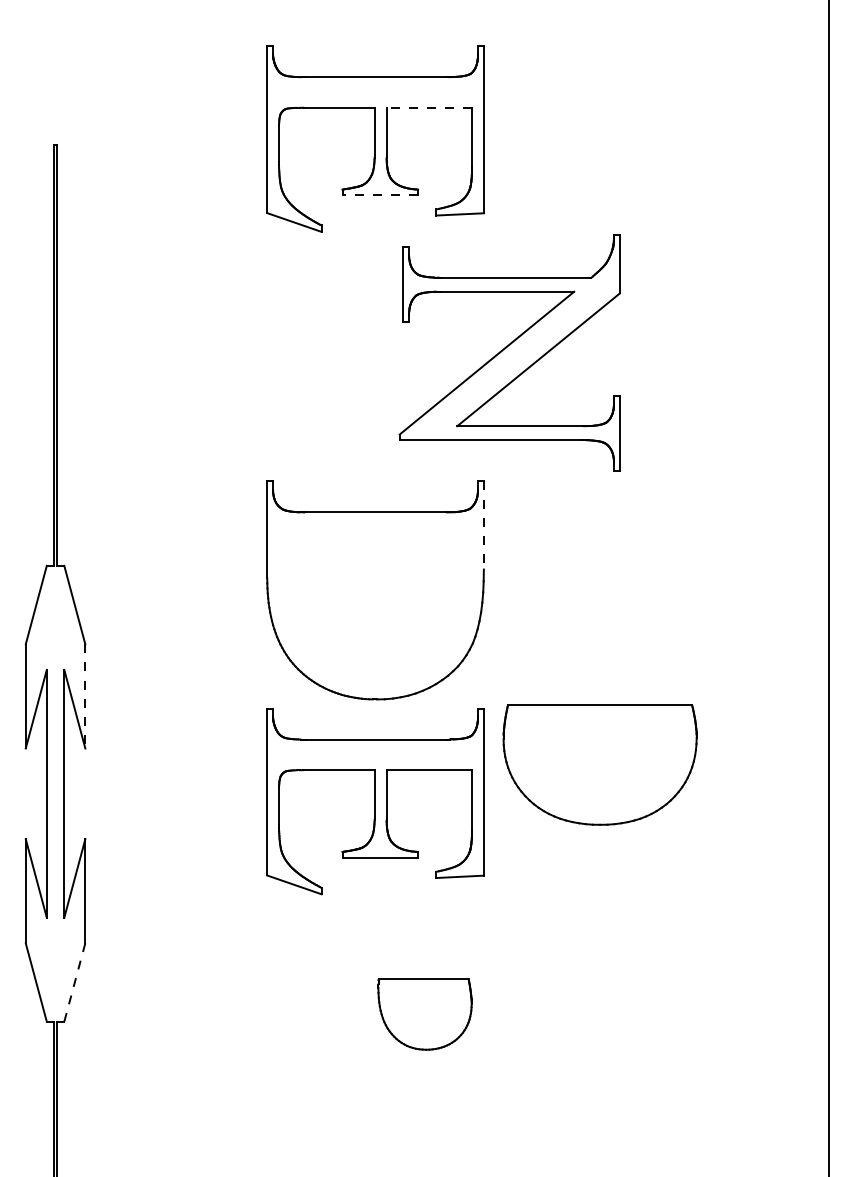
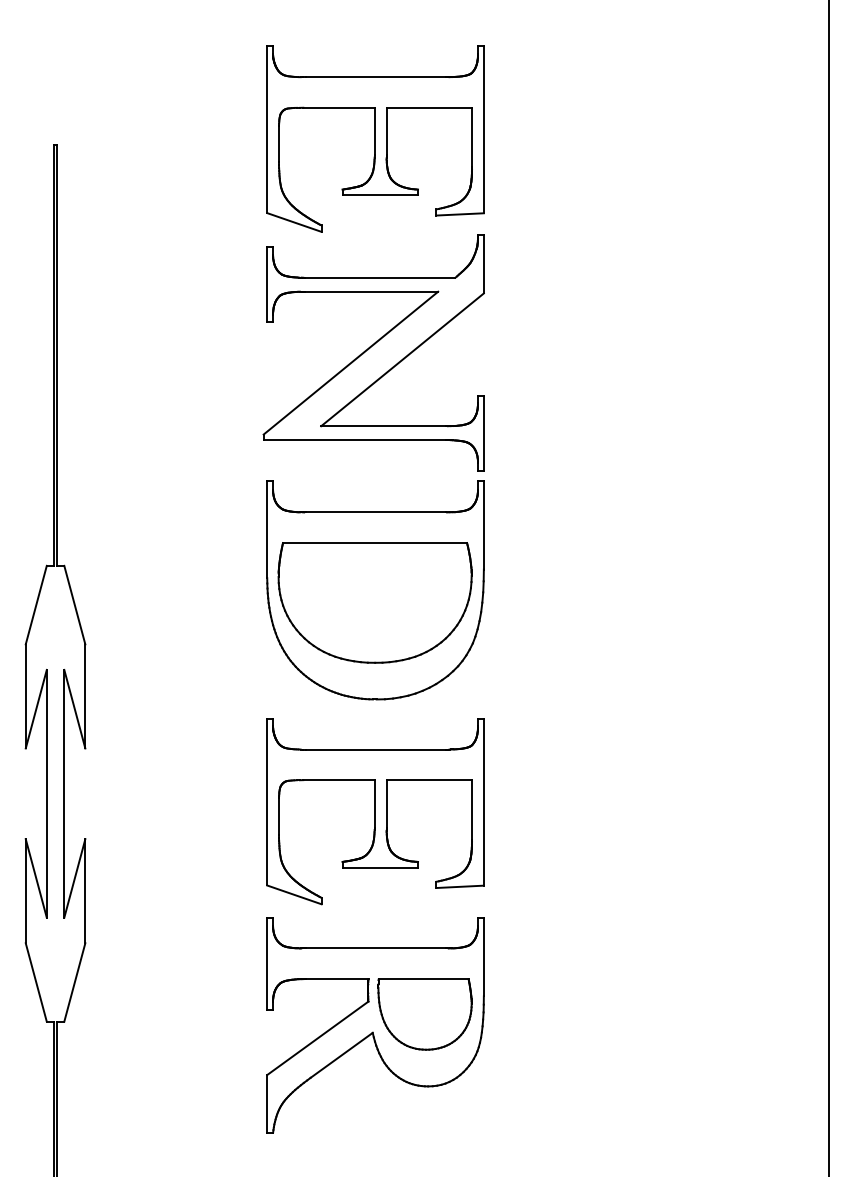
line at (429, 107): dashed -> solid
line at (380, 195): dashed -> solid
part at (509, 352) position: (509, 352) -> (373, 352)
line at (483, 526): dashed -> solid
line at (85, 696): dashed -> solid
part at (599, 764) position: (599, 764) -> (374, 602)
part at (375, 801) position: (375, 801) -> (375, 811)
line at (74, 982): dashed -> solid
part at (375, 1025): none -> present
